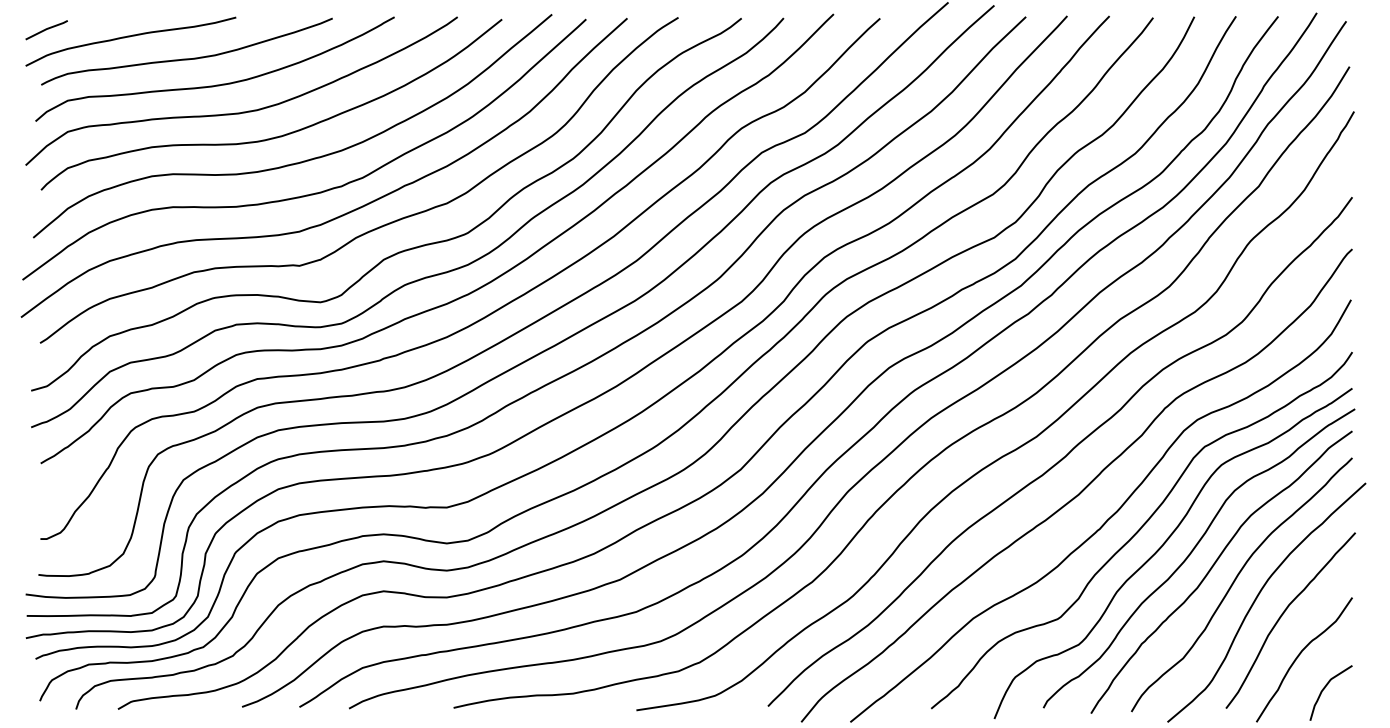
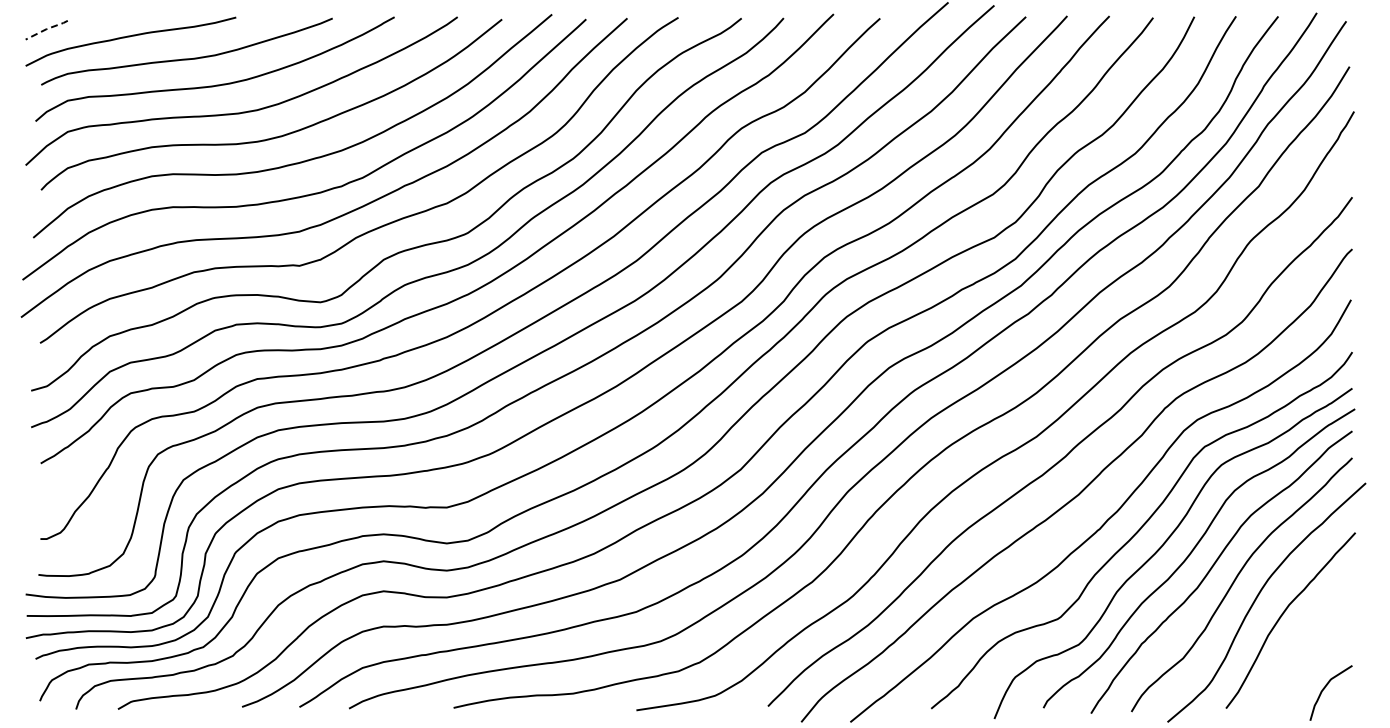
line at (46, 29): solid -> dashed
curve at (1299, 656): present -> none
